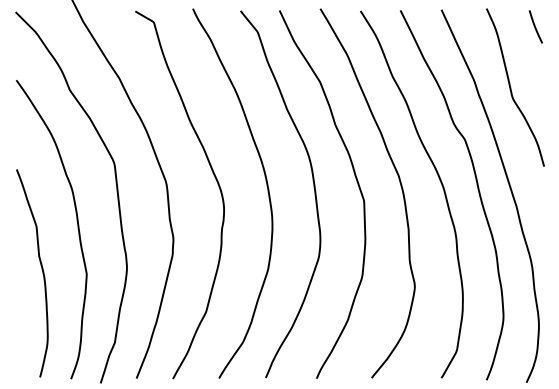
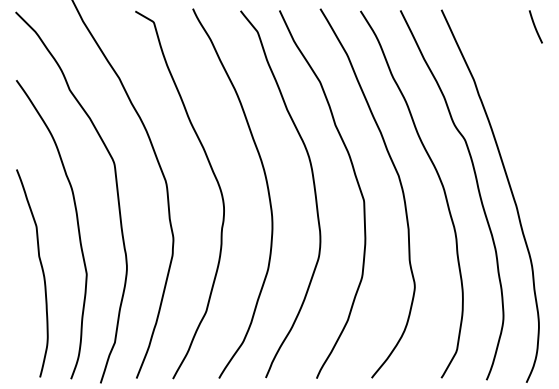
curve at (511, 87): present -> none
